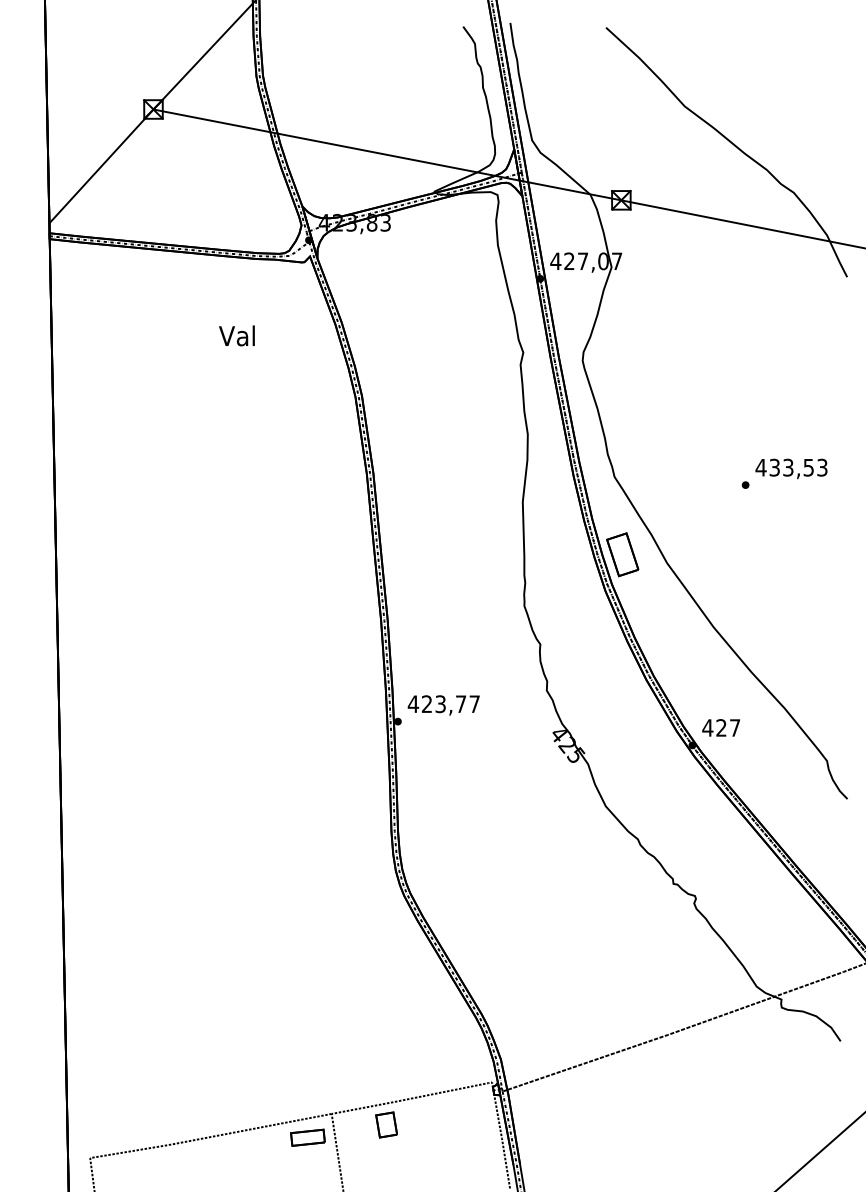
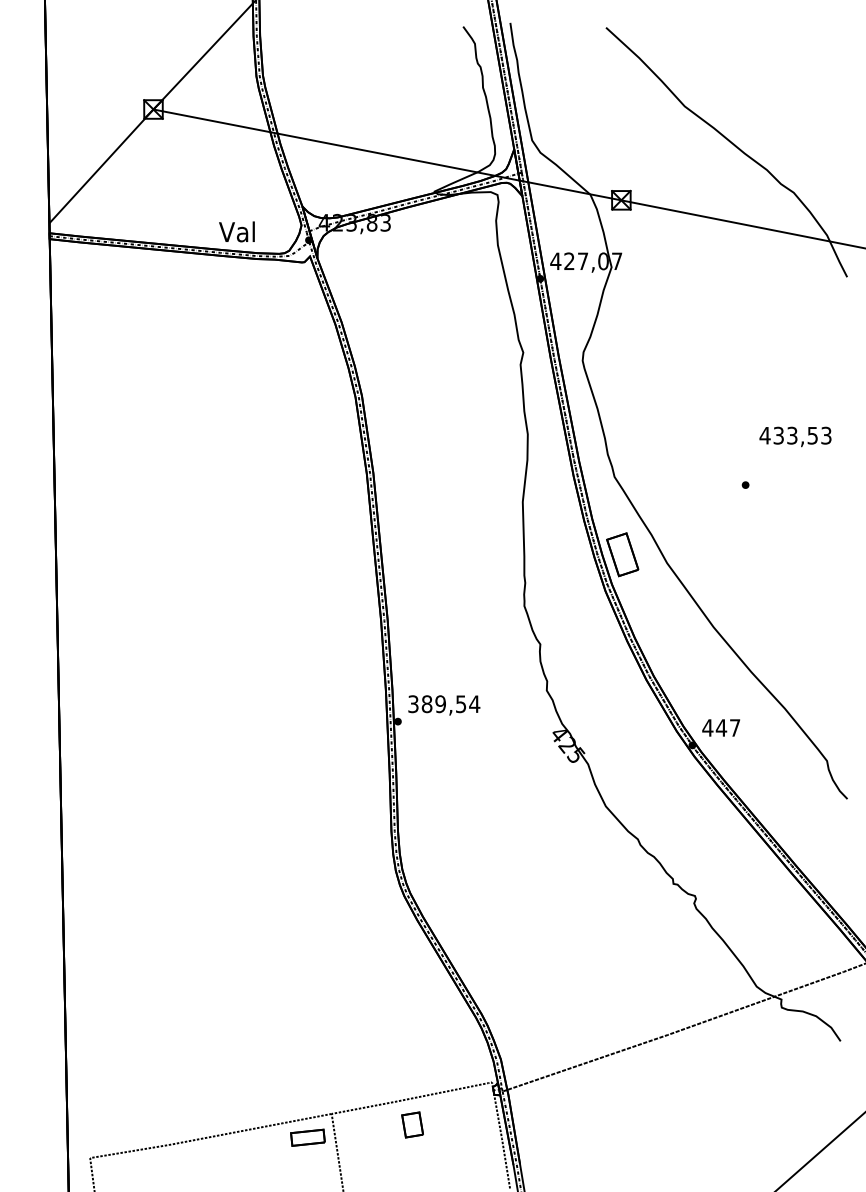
text at (236, 335) position: (236, 335) -> (236, 231)
text at (791, 468) position: (791, 468) -> (795, 436)
text at (443, 704): 423,77 -> 389,54
text at (721, 727): 427 -> 447
part at (386, 1124) position: (386, 1124) -> (412, 1124)
